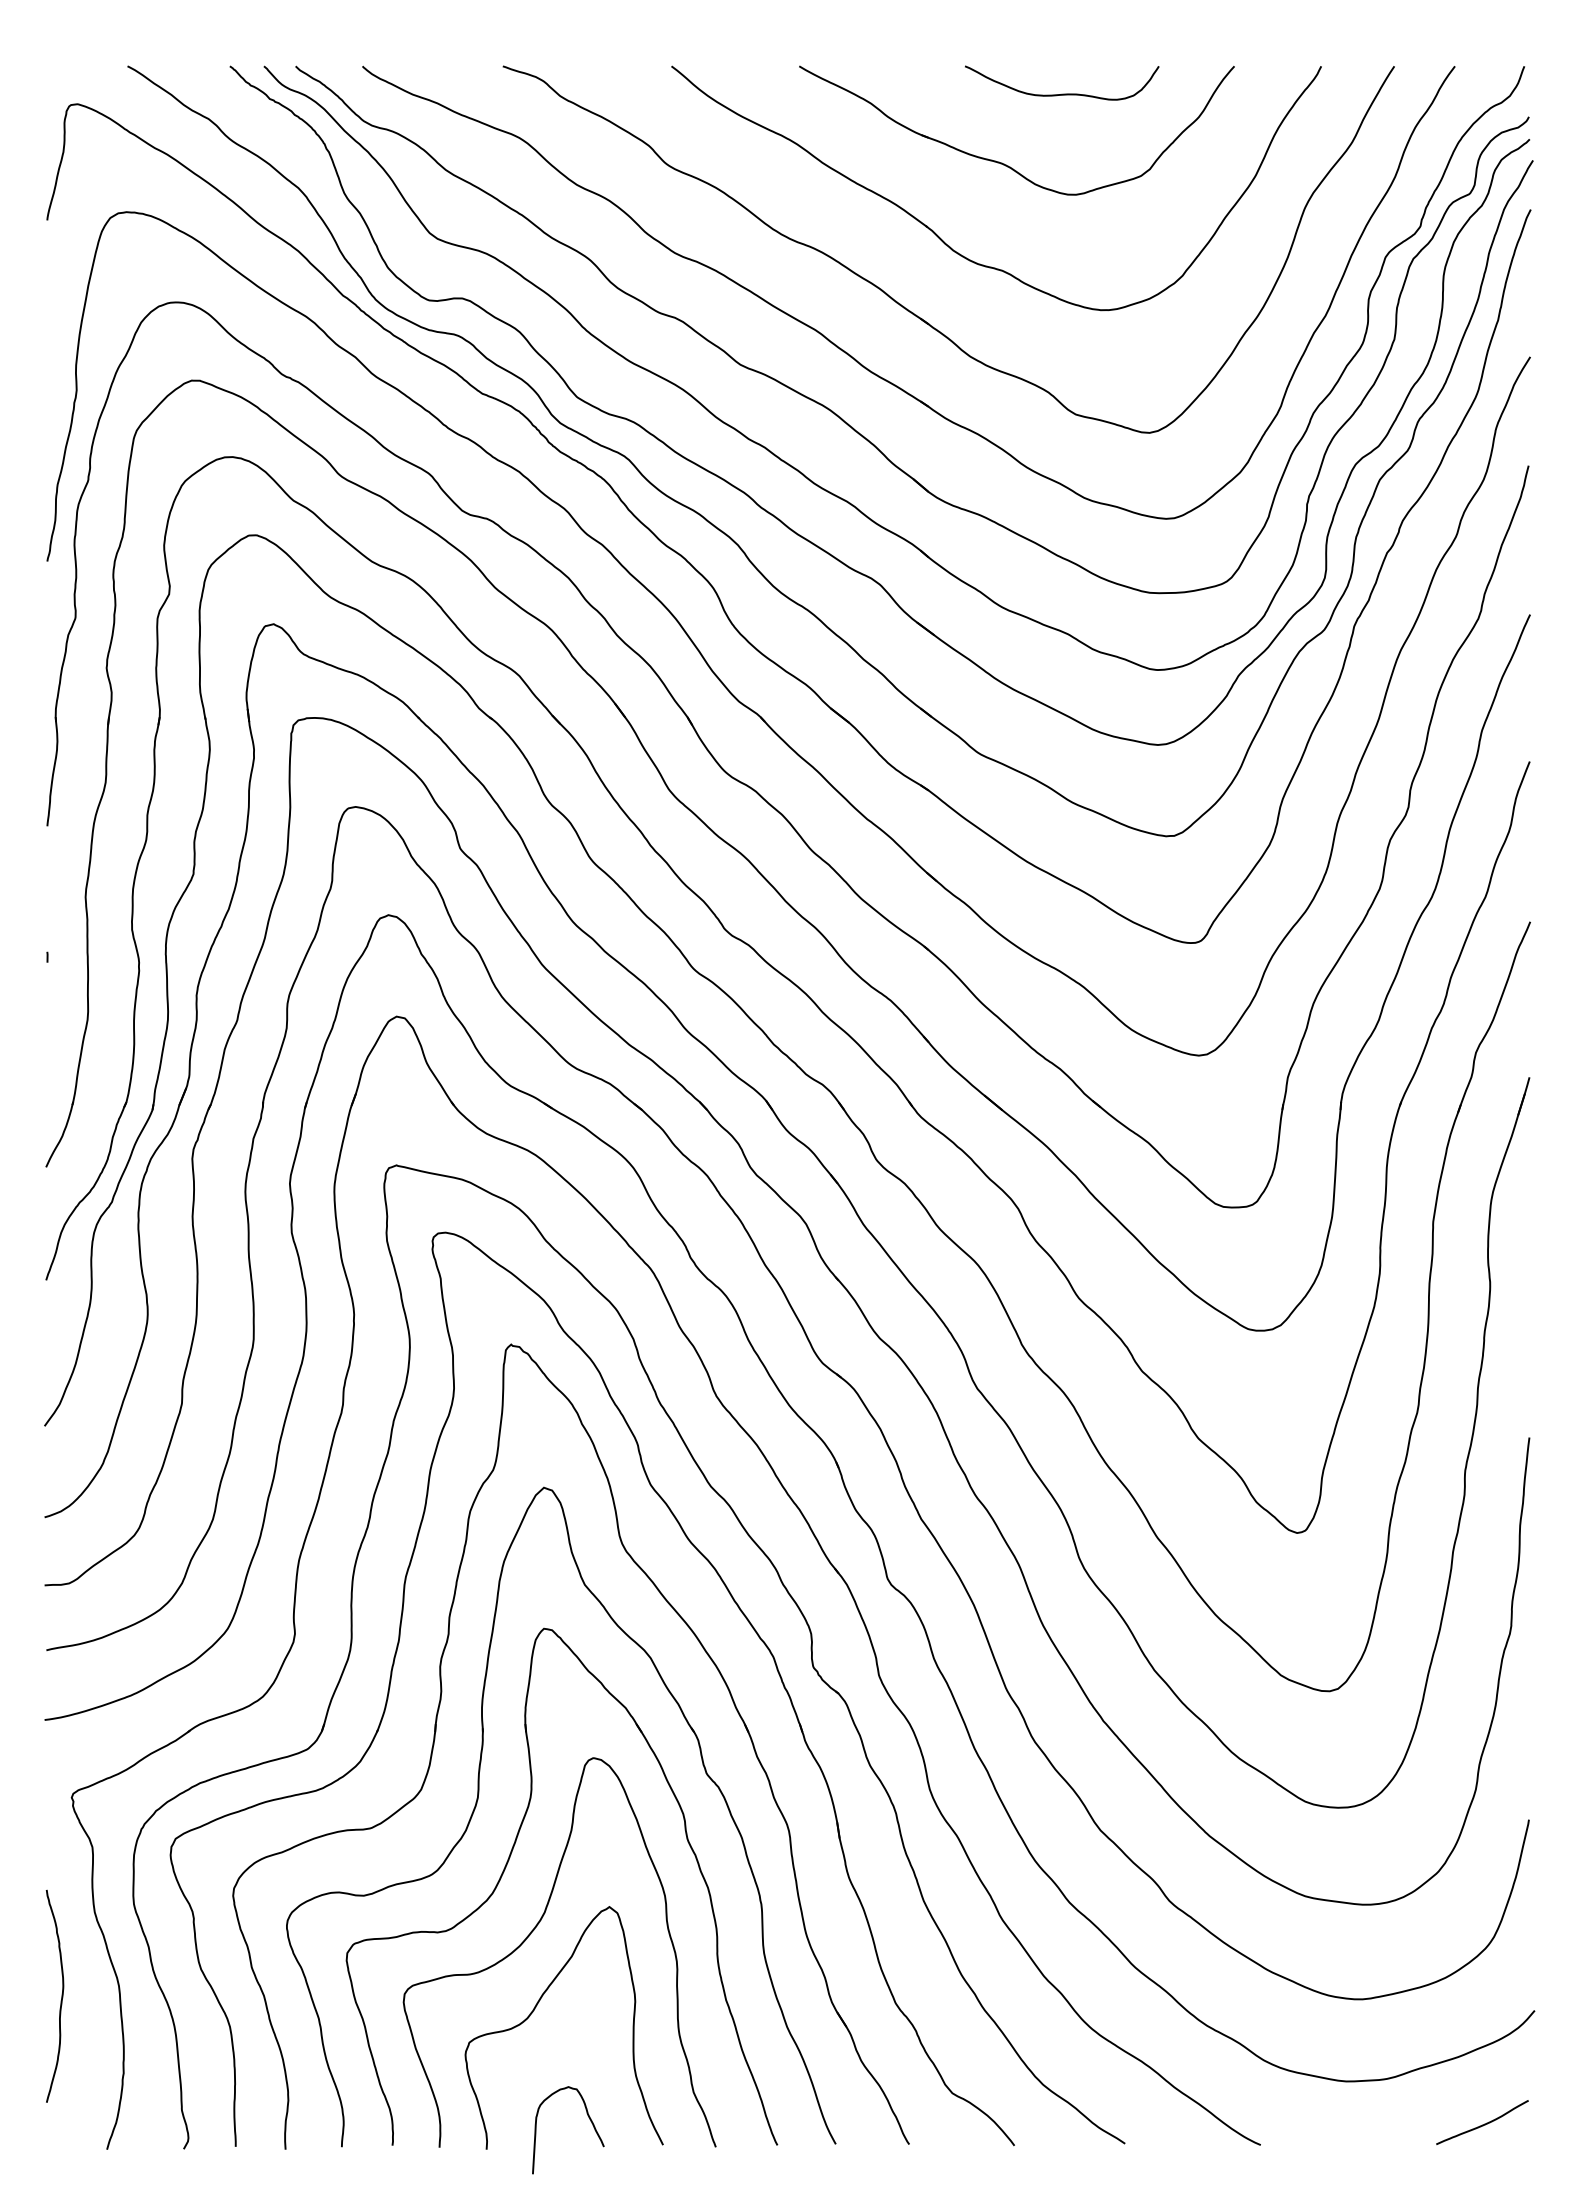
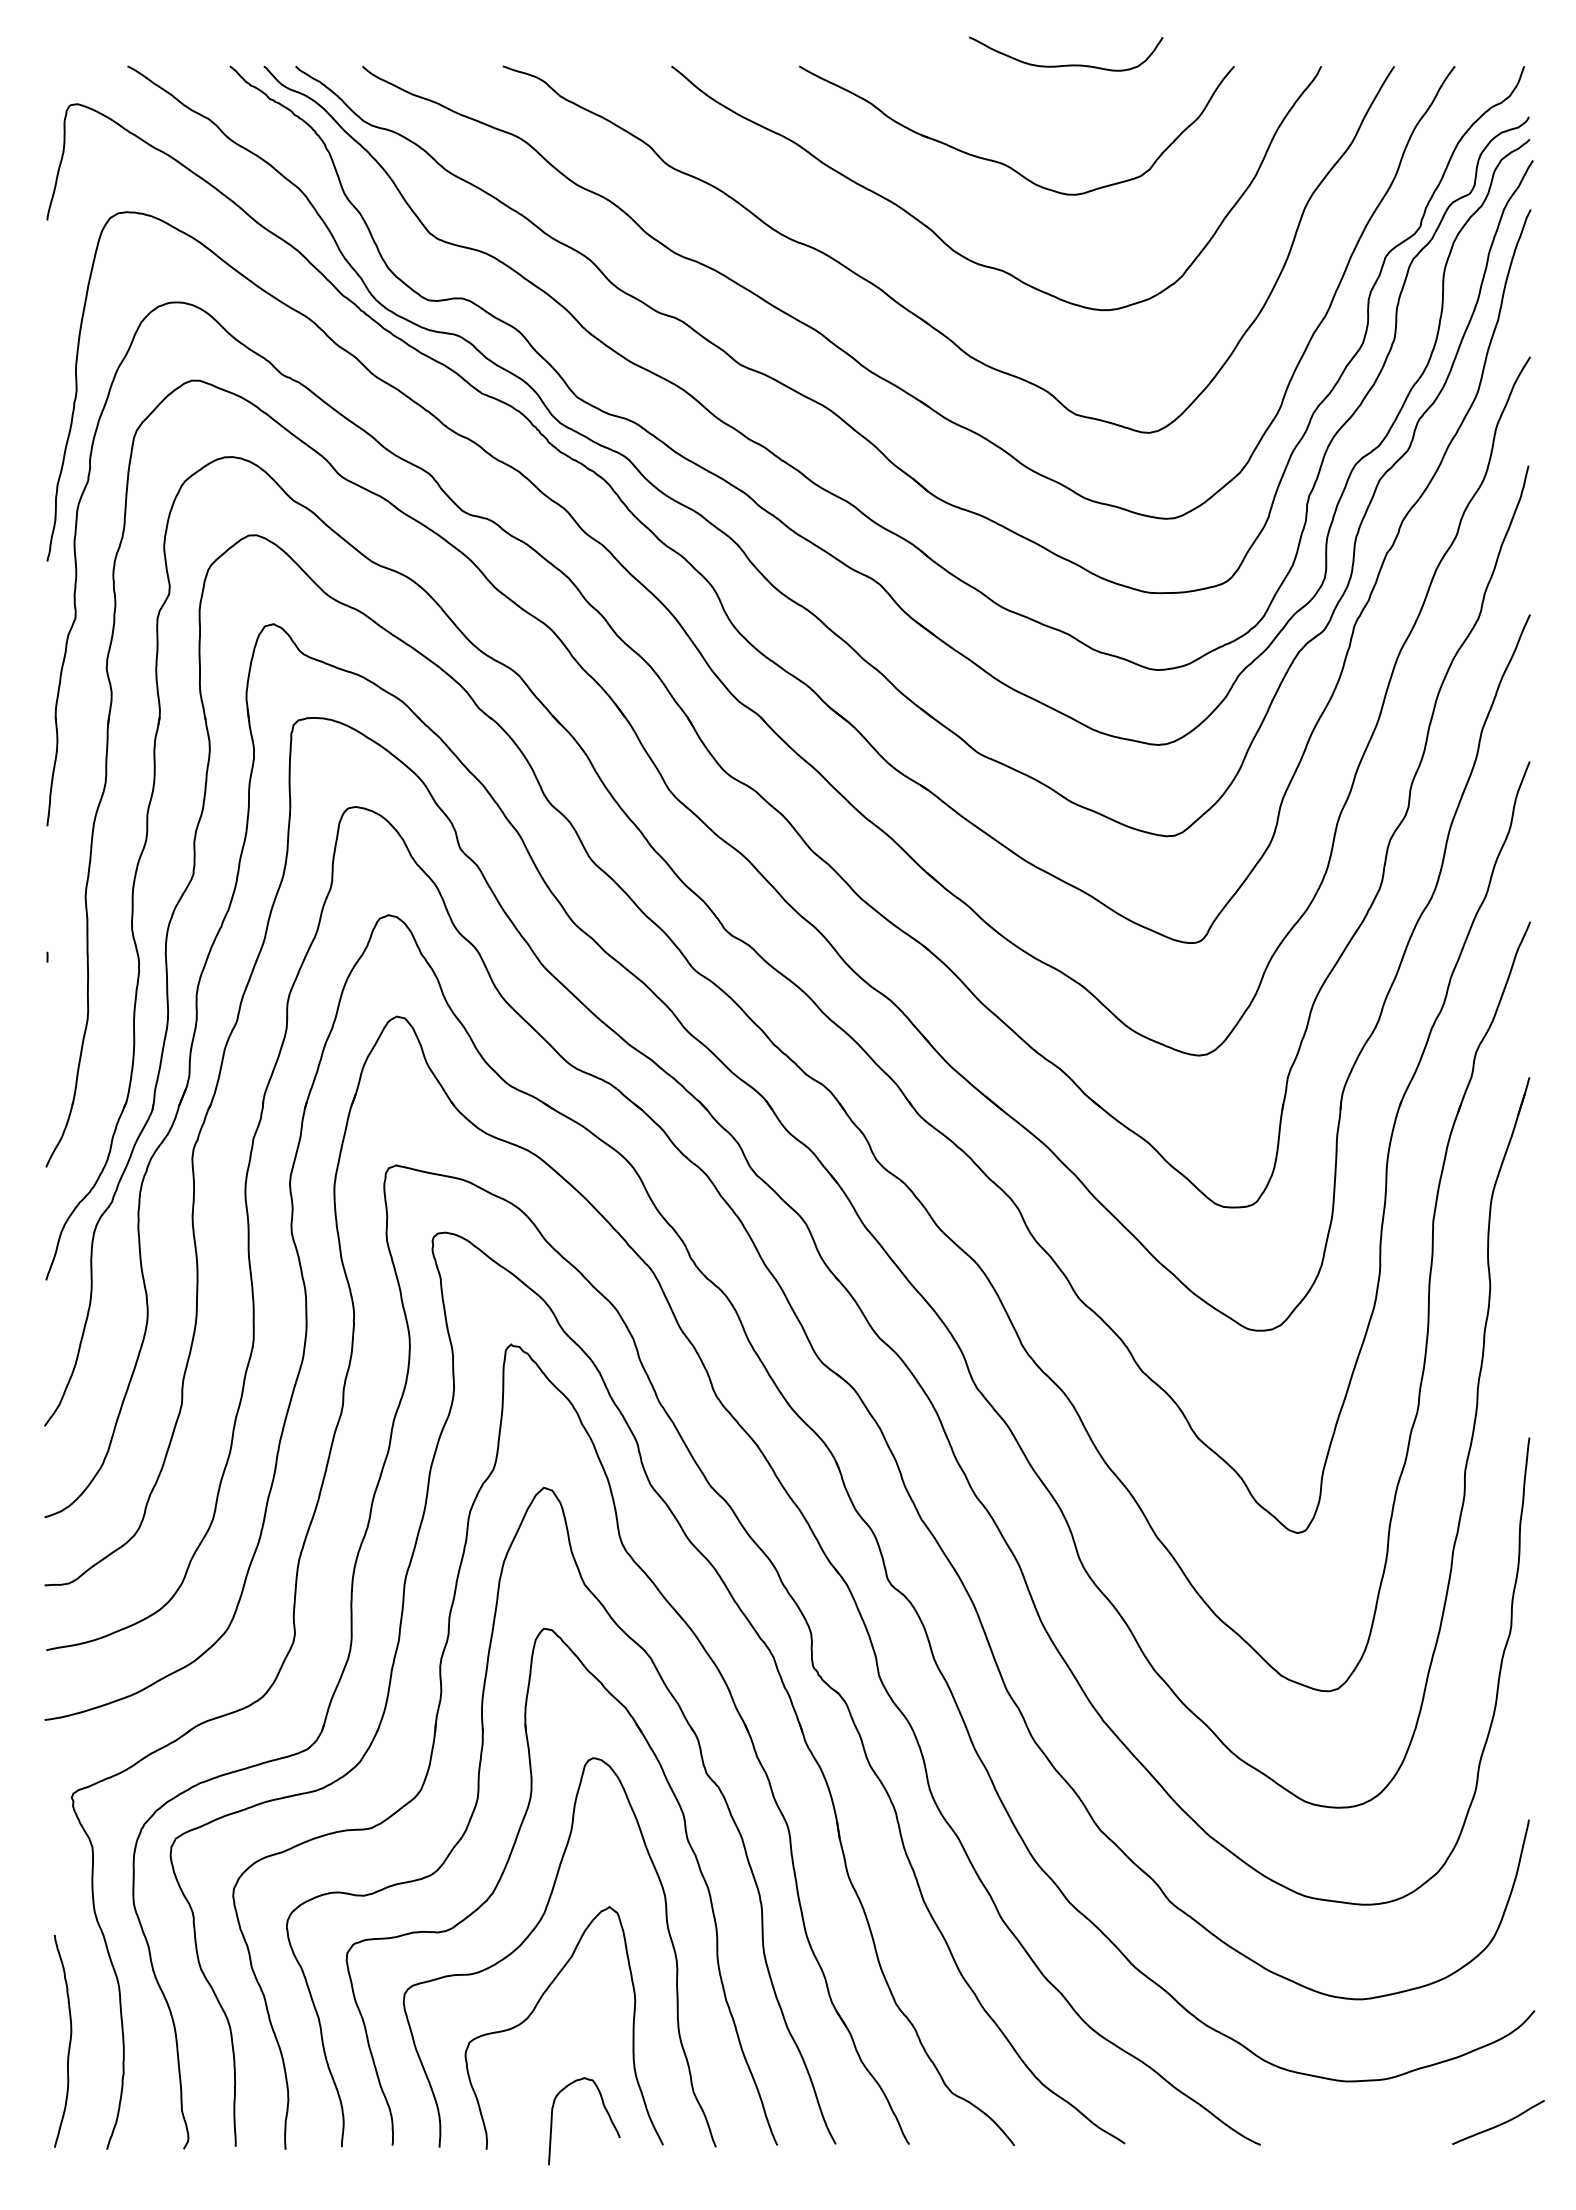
curve at (1062, 93) position: (1062, 93) -> (1066, 64)
curve at (61, 1995) position: (61, 1995) -> (69, 2040)
curve at (589, 2119) position: (589, 2119) -> (605, 2110)
curve at (1482, 2124) position: (1482, 2124) -> (1498, 2124)
